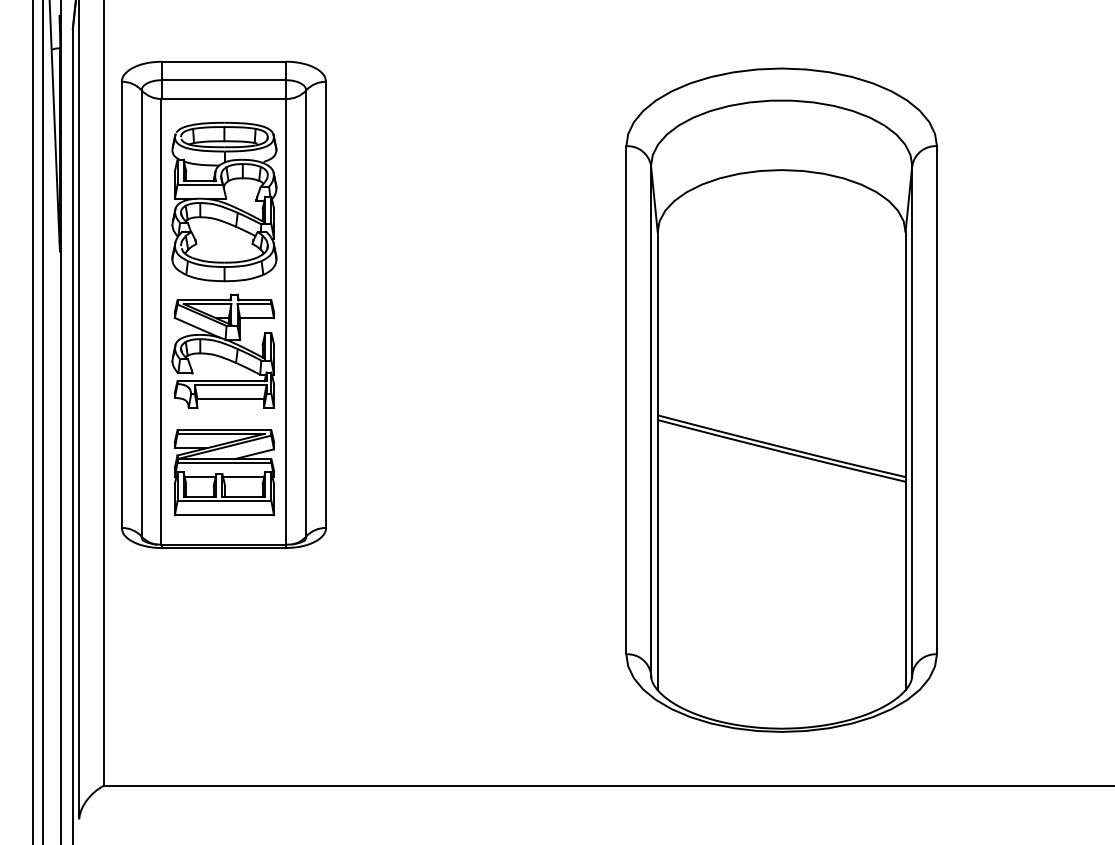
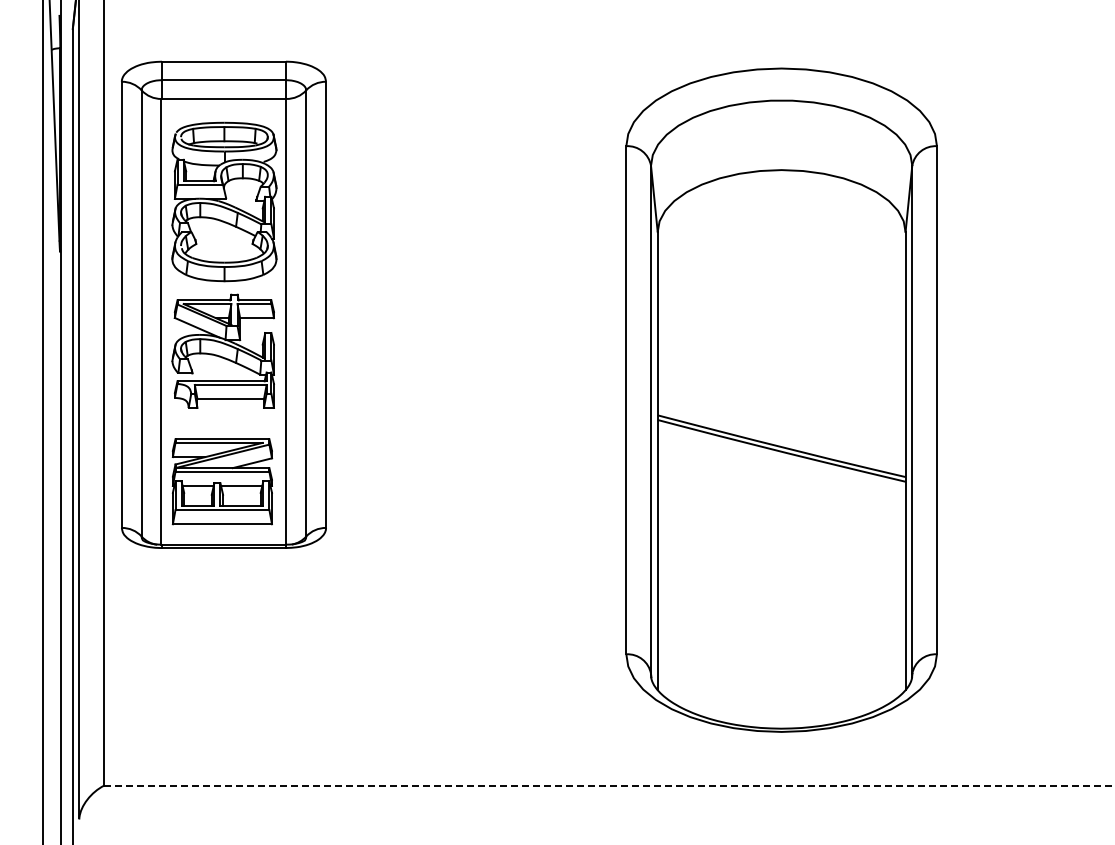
line at (33, 421): present -> none
part at (224, 472) position: (224, 472) -> (222, 481)
line at (609, 785): solid -> dashed
